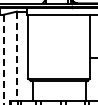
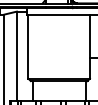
line at (16, 56): dashed -> solid
line at (4, 60): dashed -> solid
